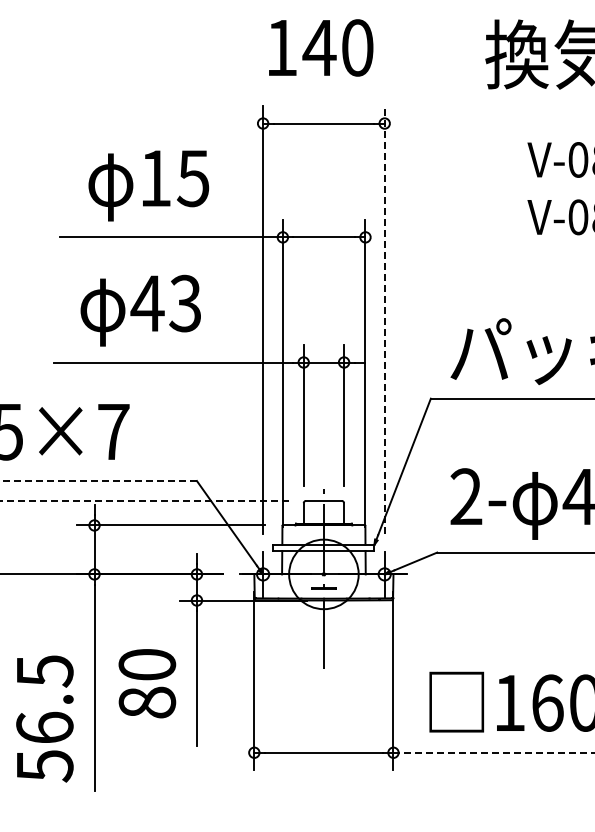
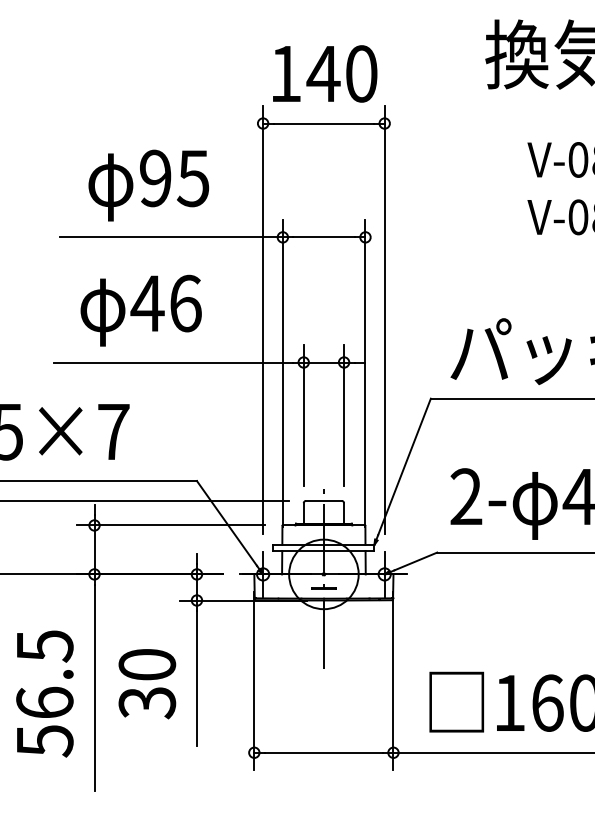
text at (321, 47) position: (321, 47) -> (325, 73)
text at (155, 178): 15 -> 95
text at (185, 303): 43 -> 46
line at (384, 319): dashed -> solid
line at (98, 481): dashed -> solid
line at (144, 500): dashed -> solid
text at (147, 702): 80 -> 30
text at (44, 718) position: (44, 718) -> (44, 693)
line at (494, 752): dashed -> solid
